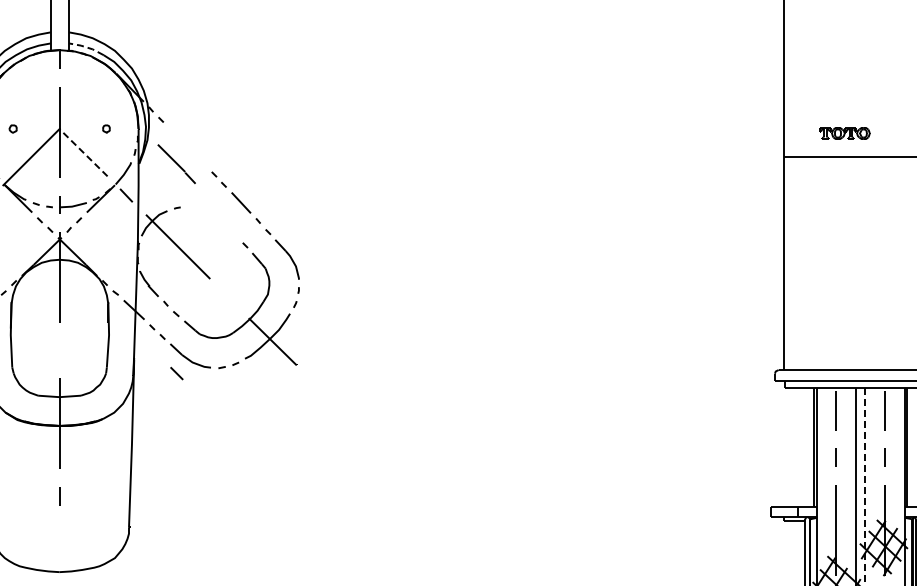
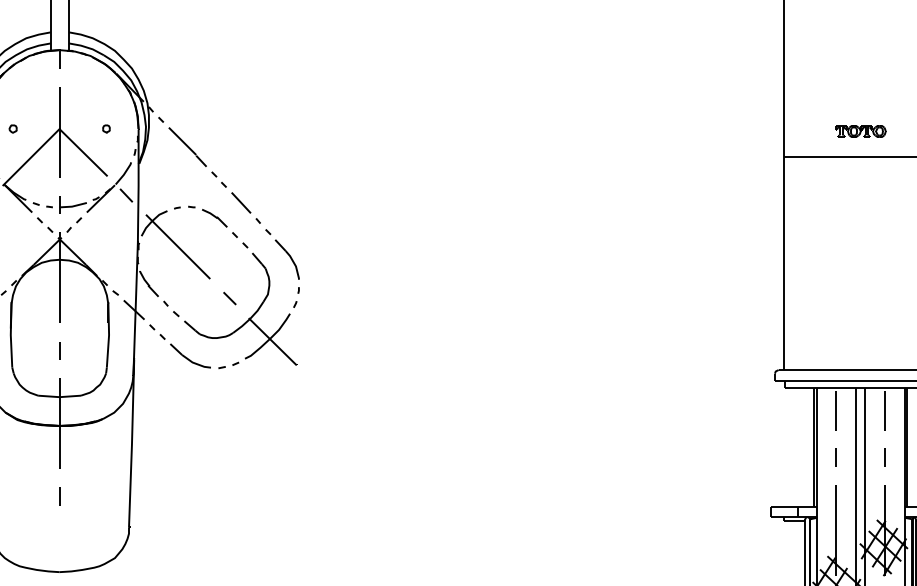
line at (86, 47): dashed -> solid
part at (844, 133) position: (844, 133) -> (860, 131)
line at (83, 152): dashed -> solid
line at (176, 163) position: (176, 163) -> (187, 146)
part at (212, 221): none -> present
line at (59, 350): none -> present
line at (176, 373) position: (176, 373) -> (229, 298)
line at (865, 487): dashed -> solid
